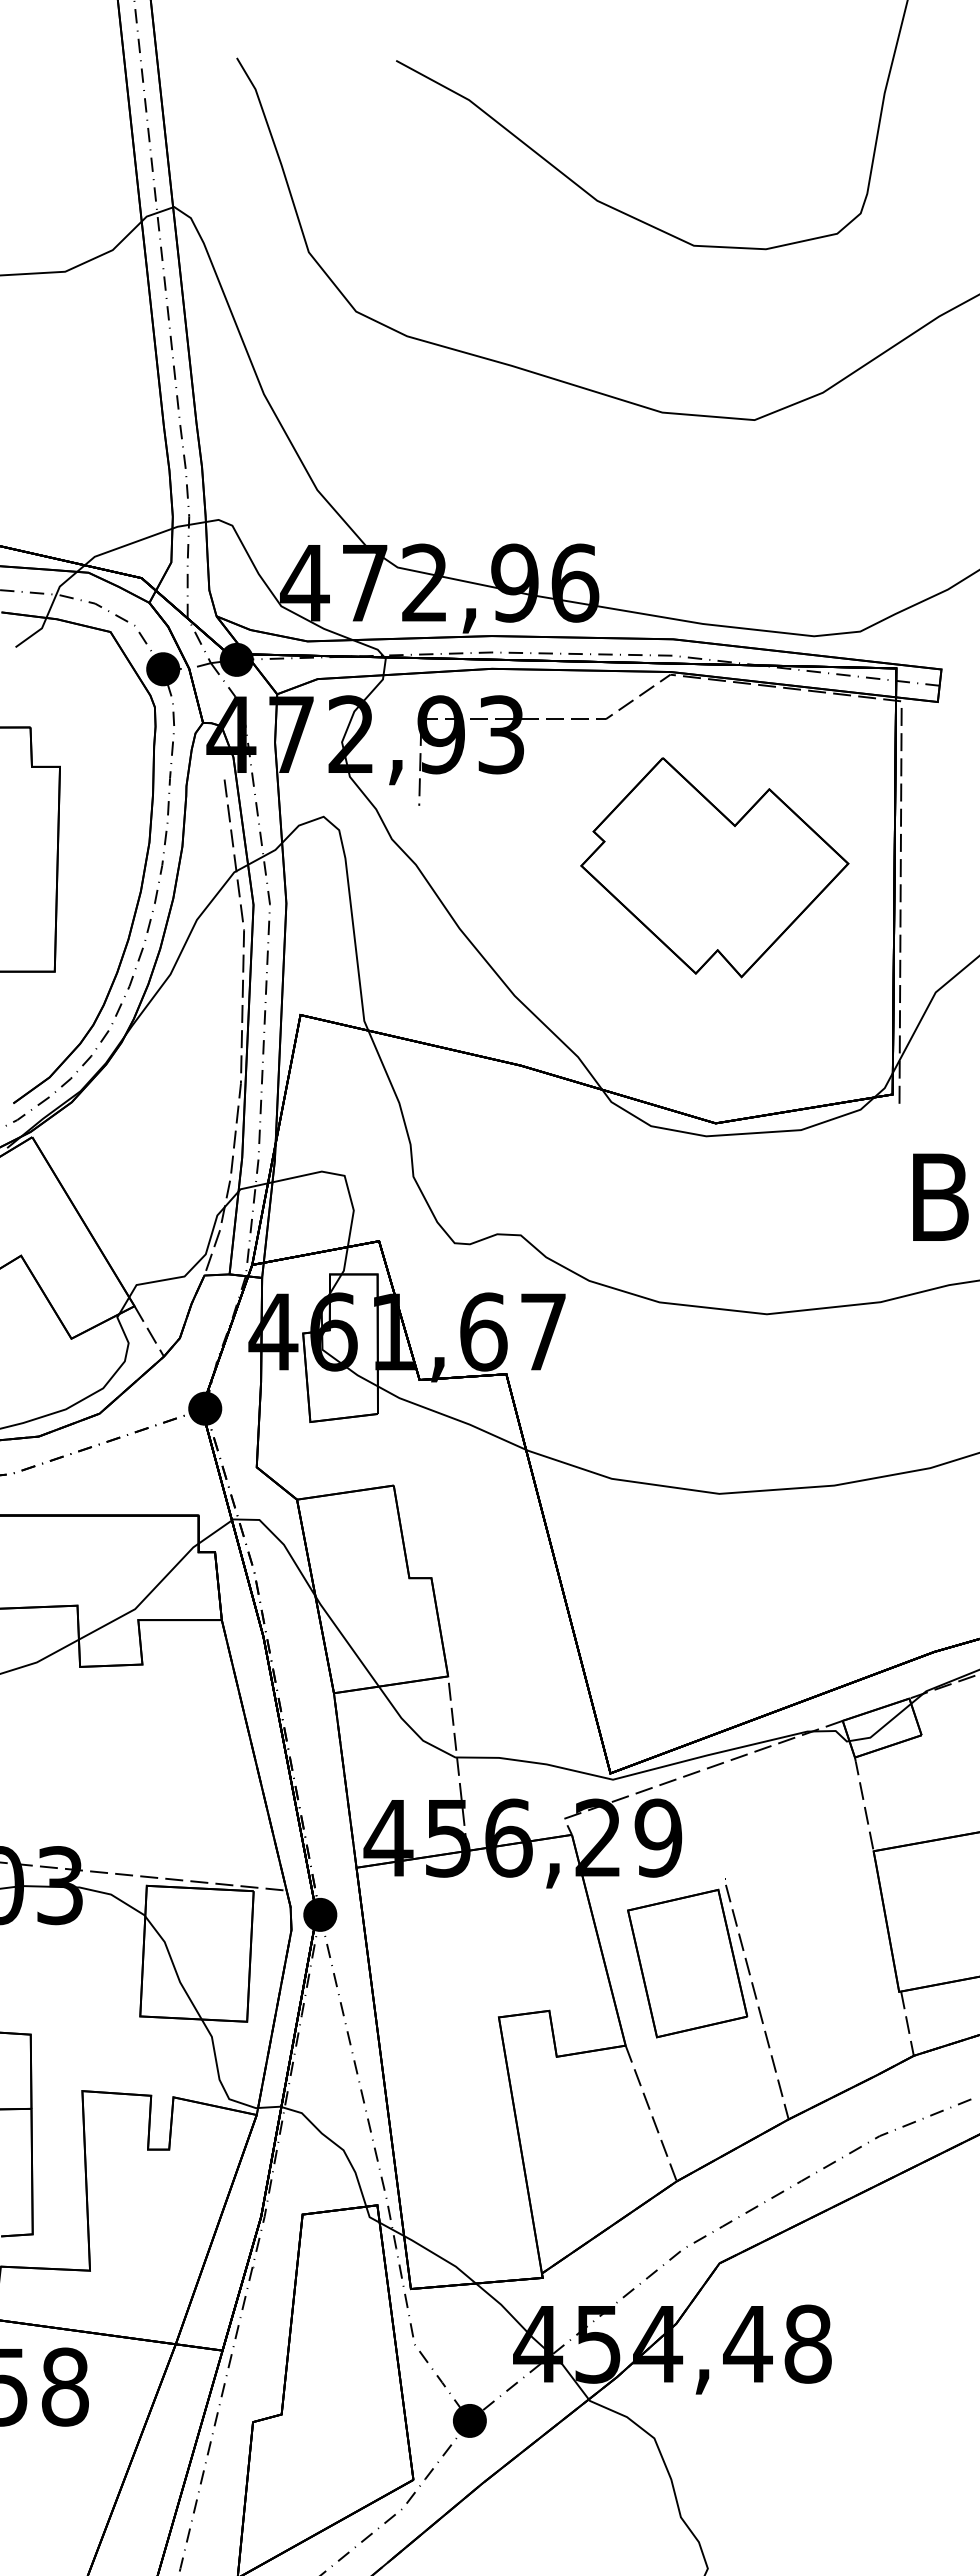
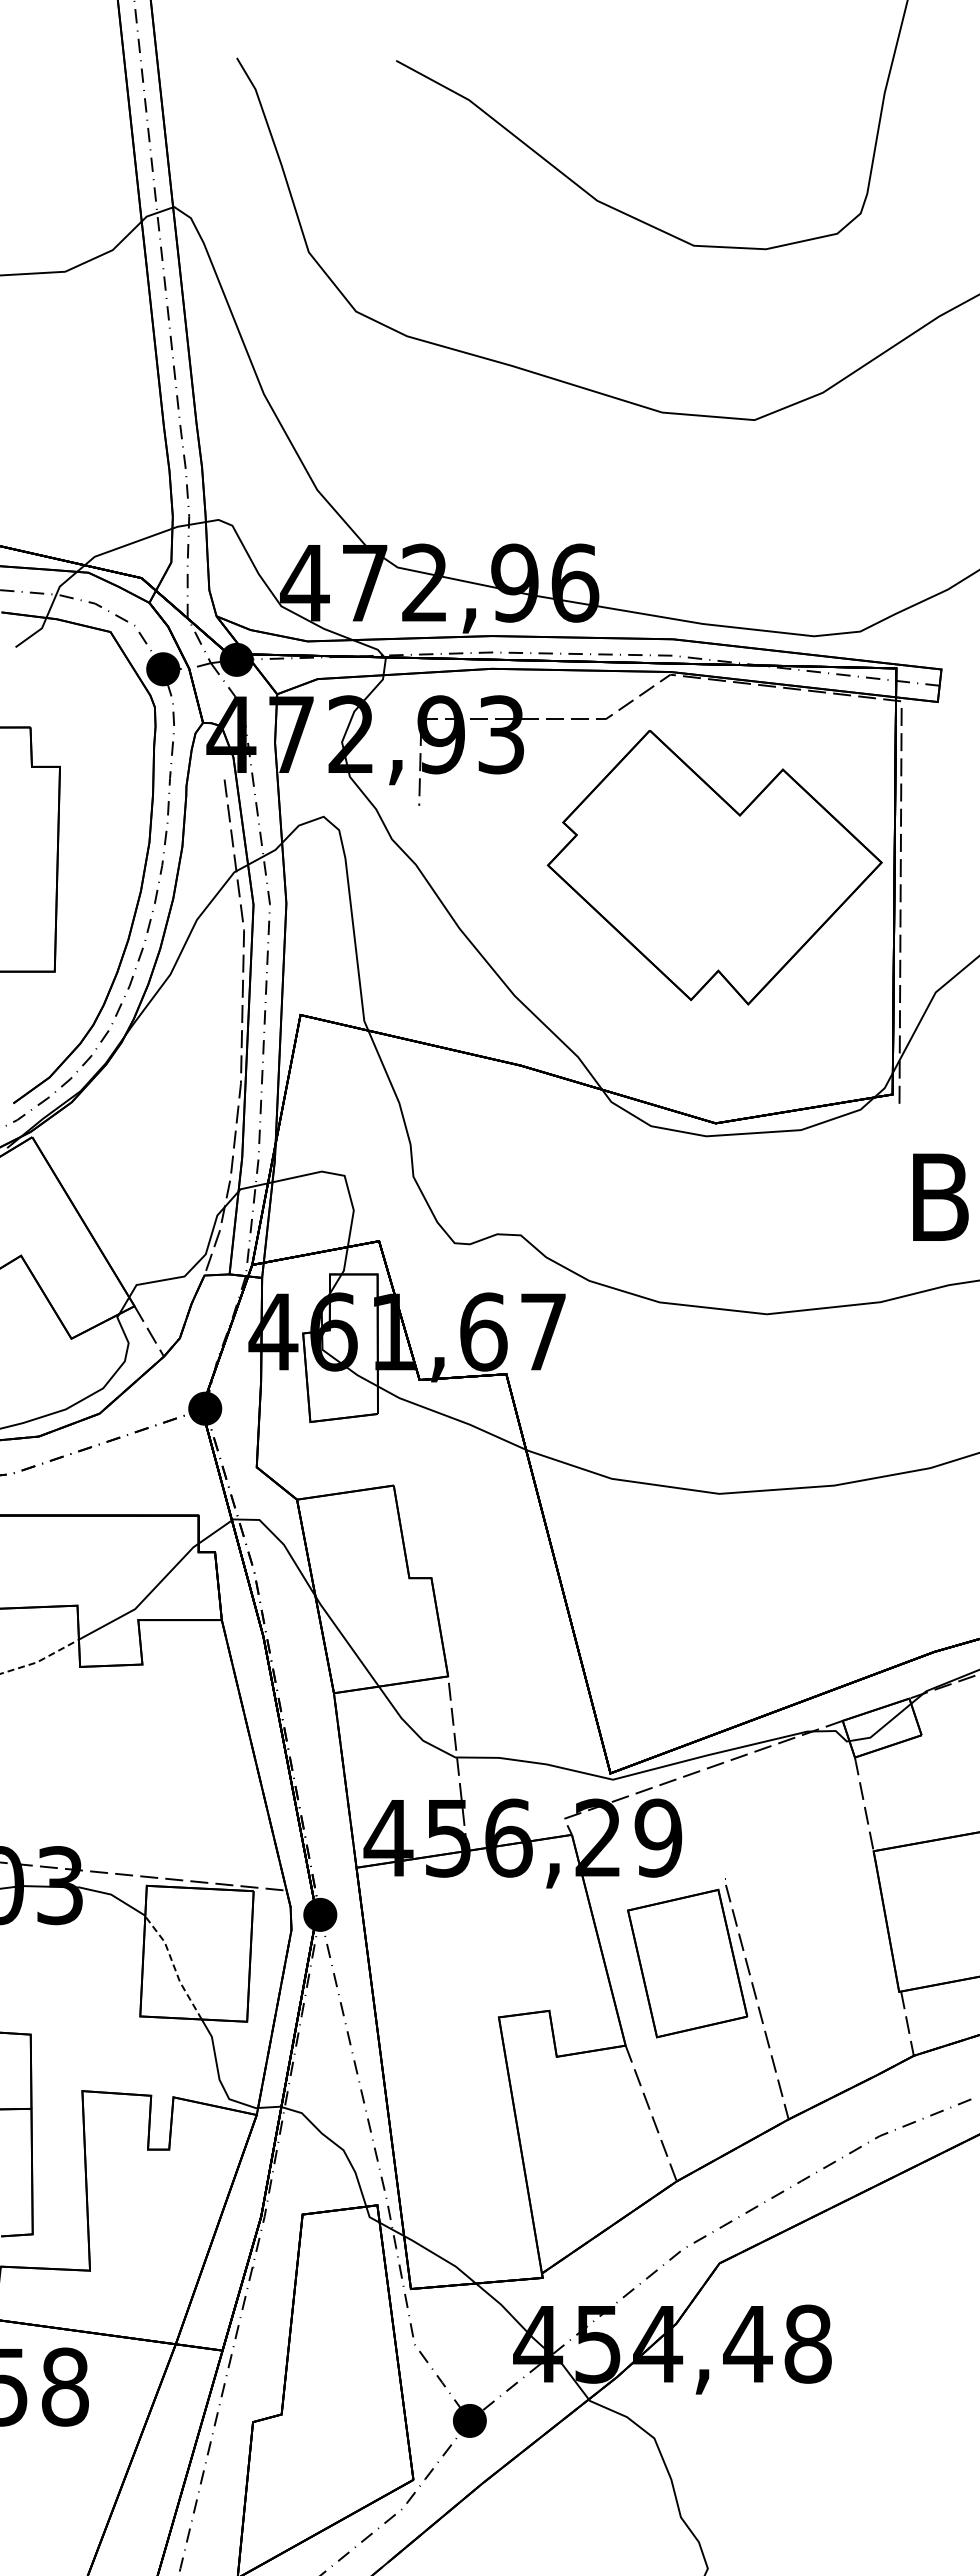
part at (714, 867) size: 270x222 px -> 337x276 px
line at (41, 1660): solid -> dashed
line at (174, 1966): solid -> dashed
